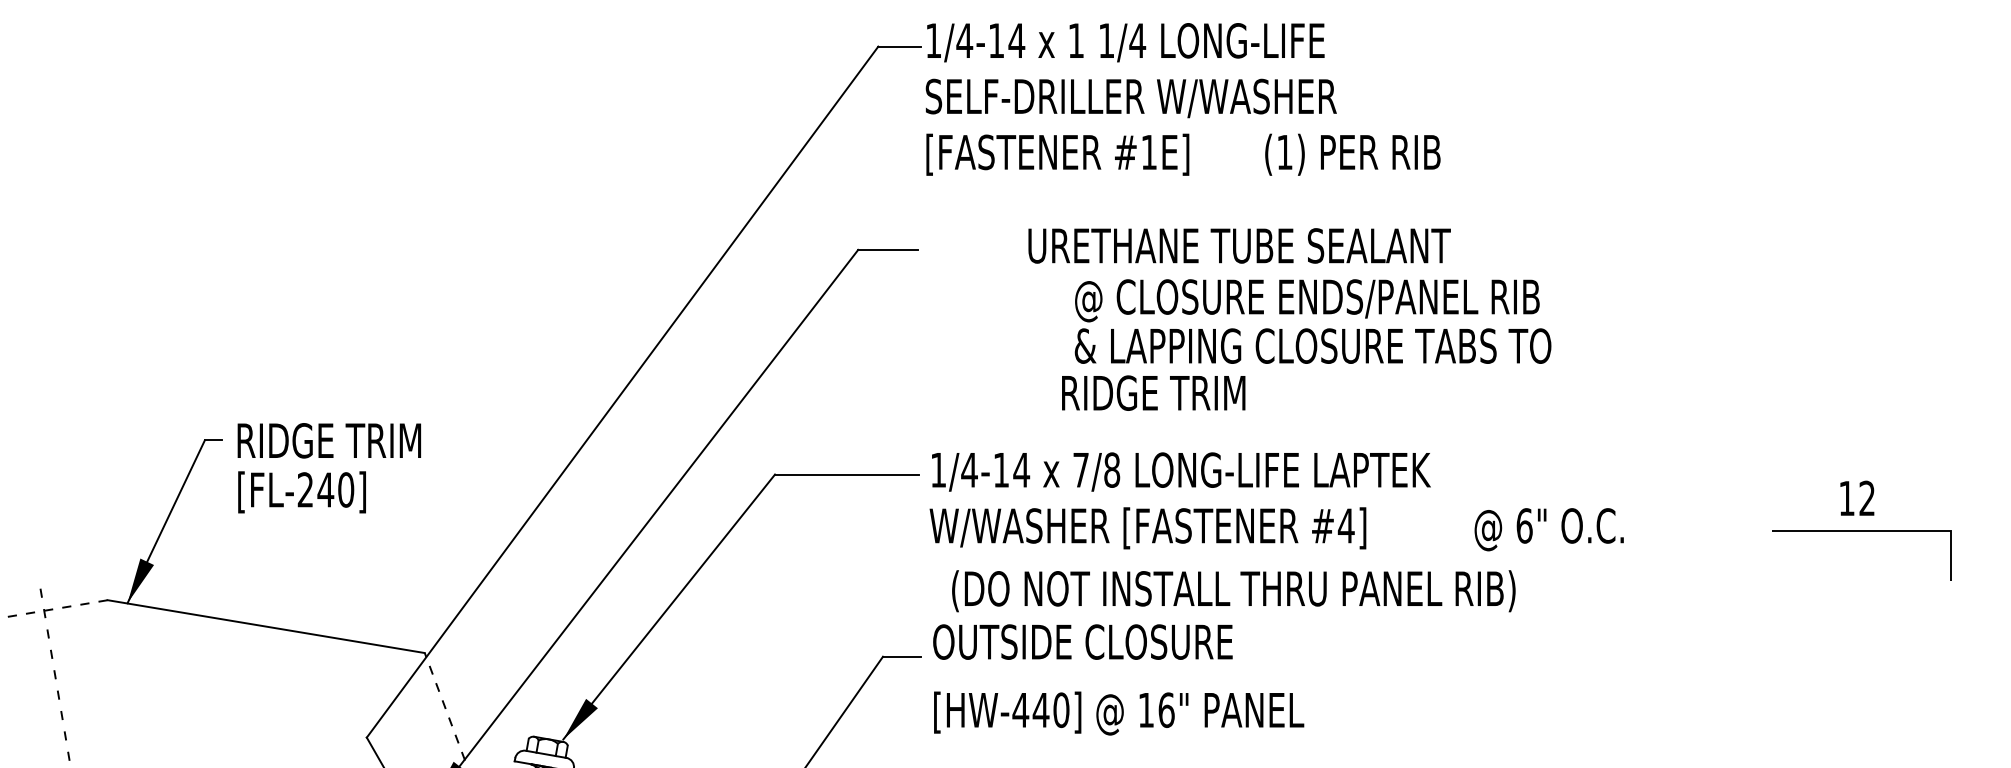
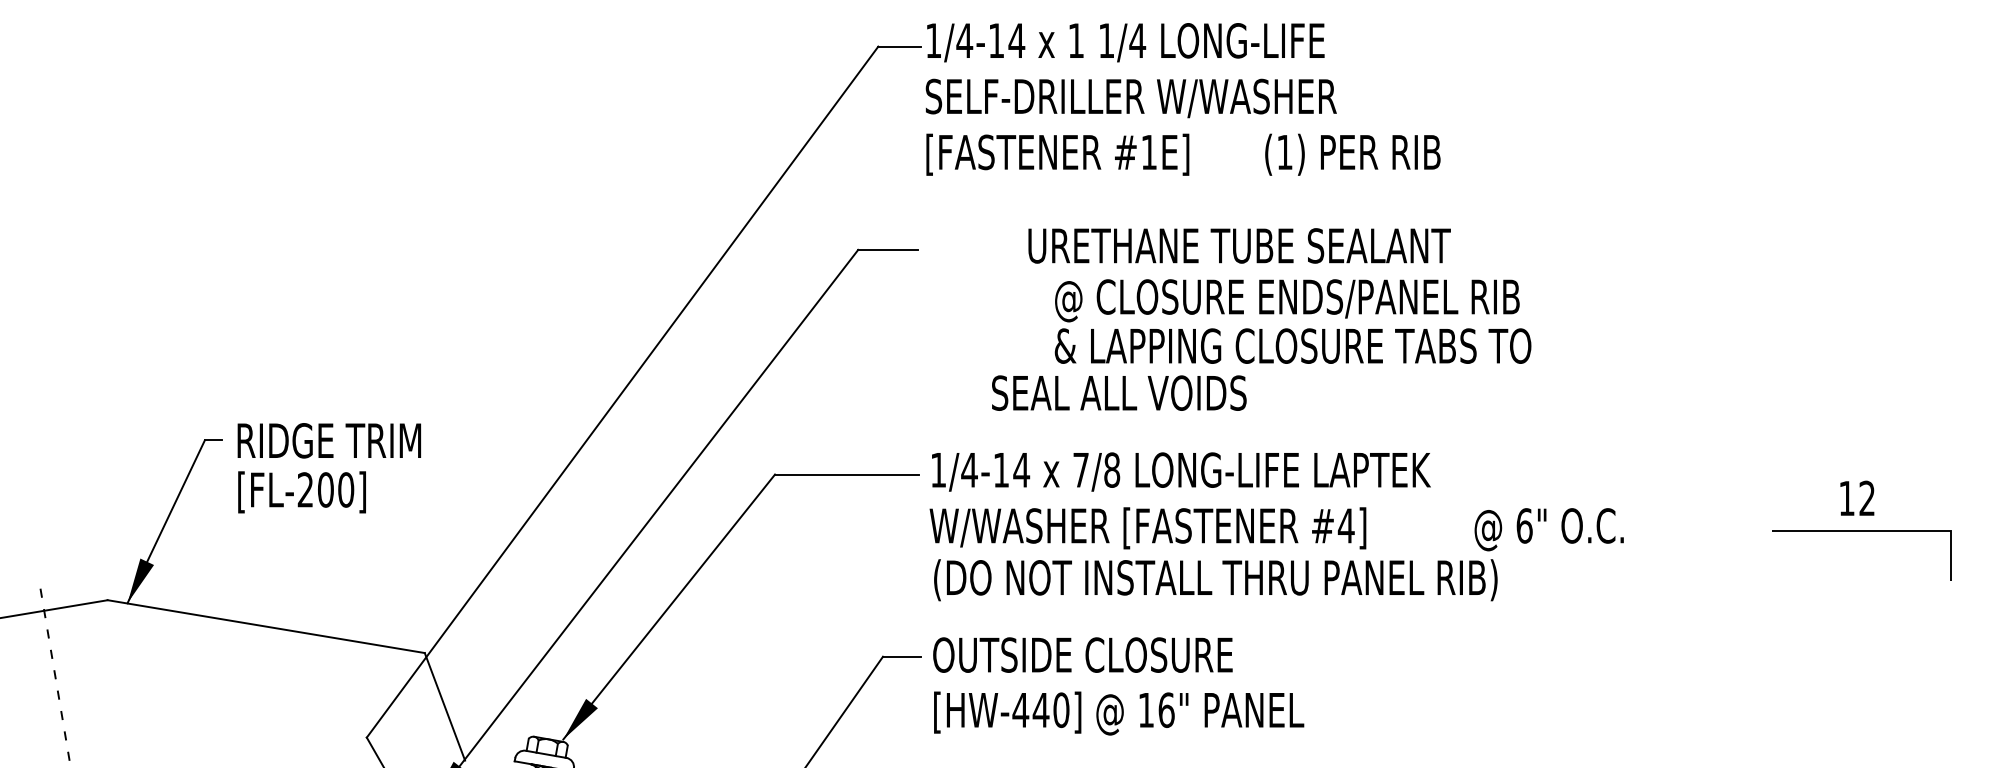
text at (1312, 321) position: (1312, 321) -> (1292, 321)
text at (1119, 392): RIDGE TRIM -> SEAL ALL VOIDS
text at (325, 489): [FL-240] -> [FL-200]
text at (1233, 591) position: (1233, 591) -> (1215, 580)
line at (54, 609): dashed -> solid
text at (1082, 641) position: (1082, 641) -> (1082, 654)
line at (444, 706): dashed -> solid
